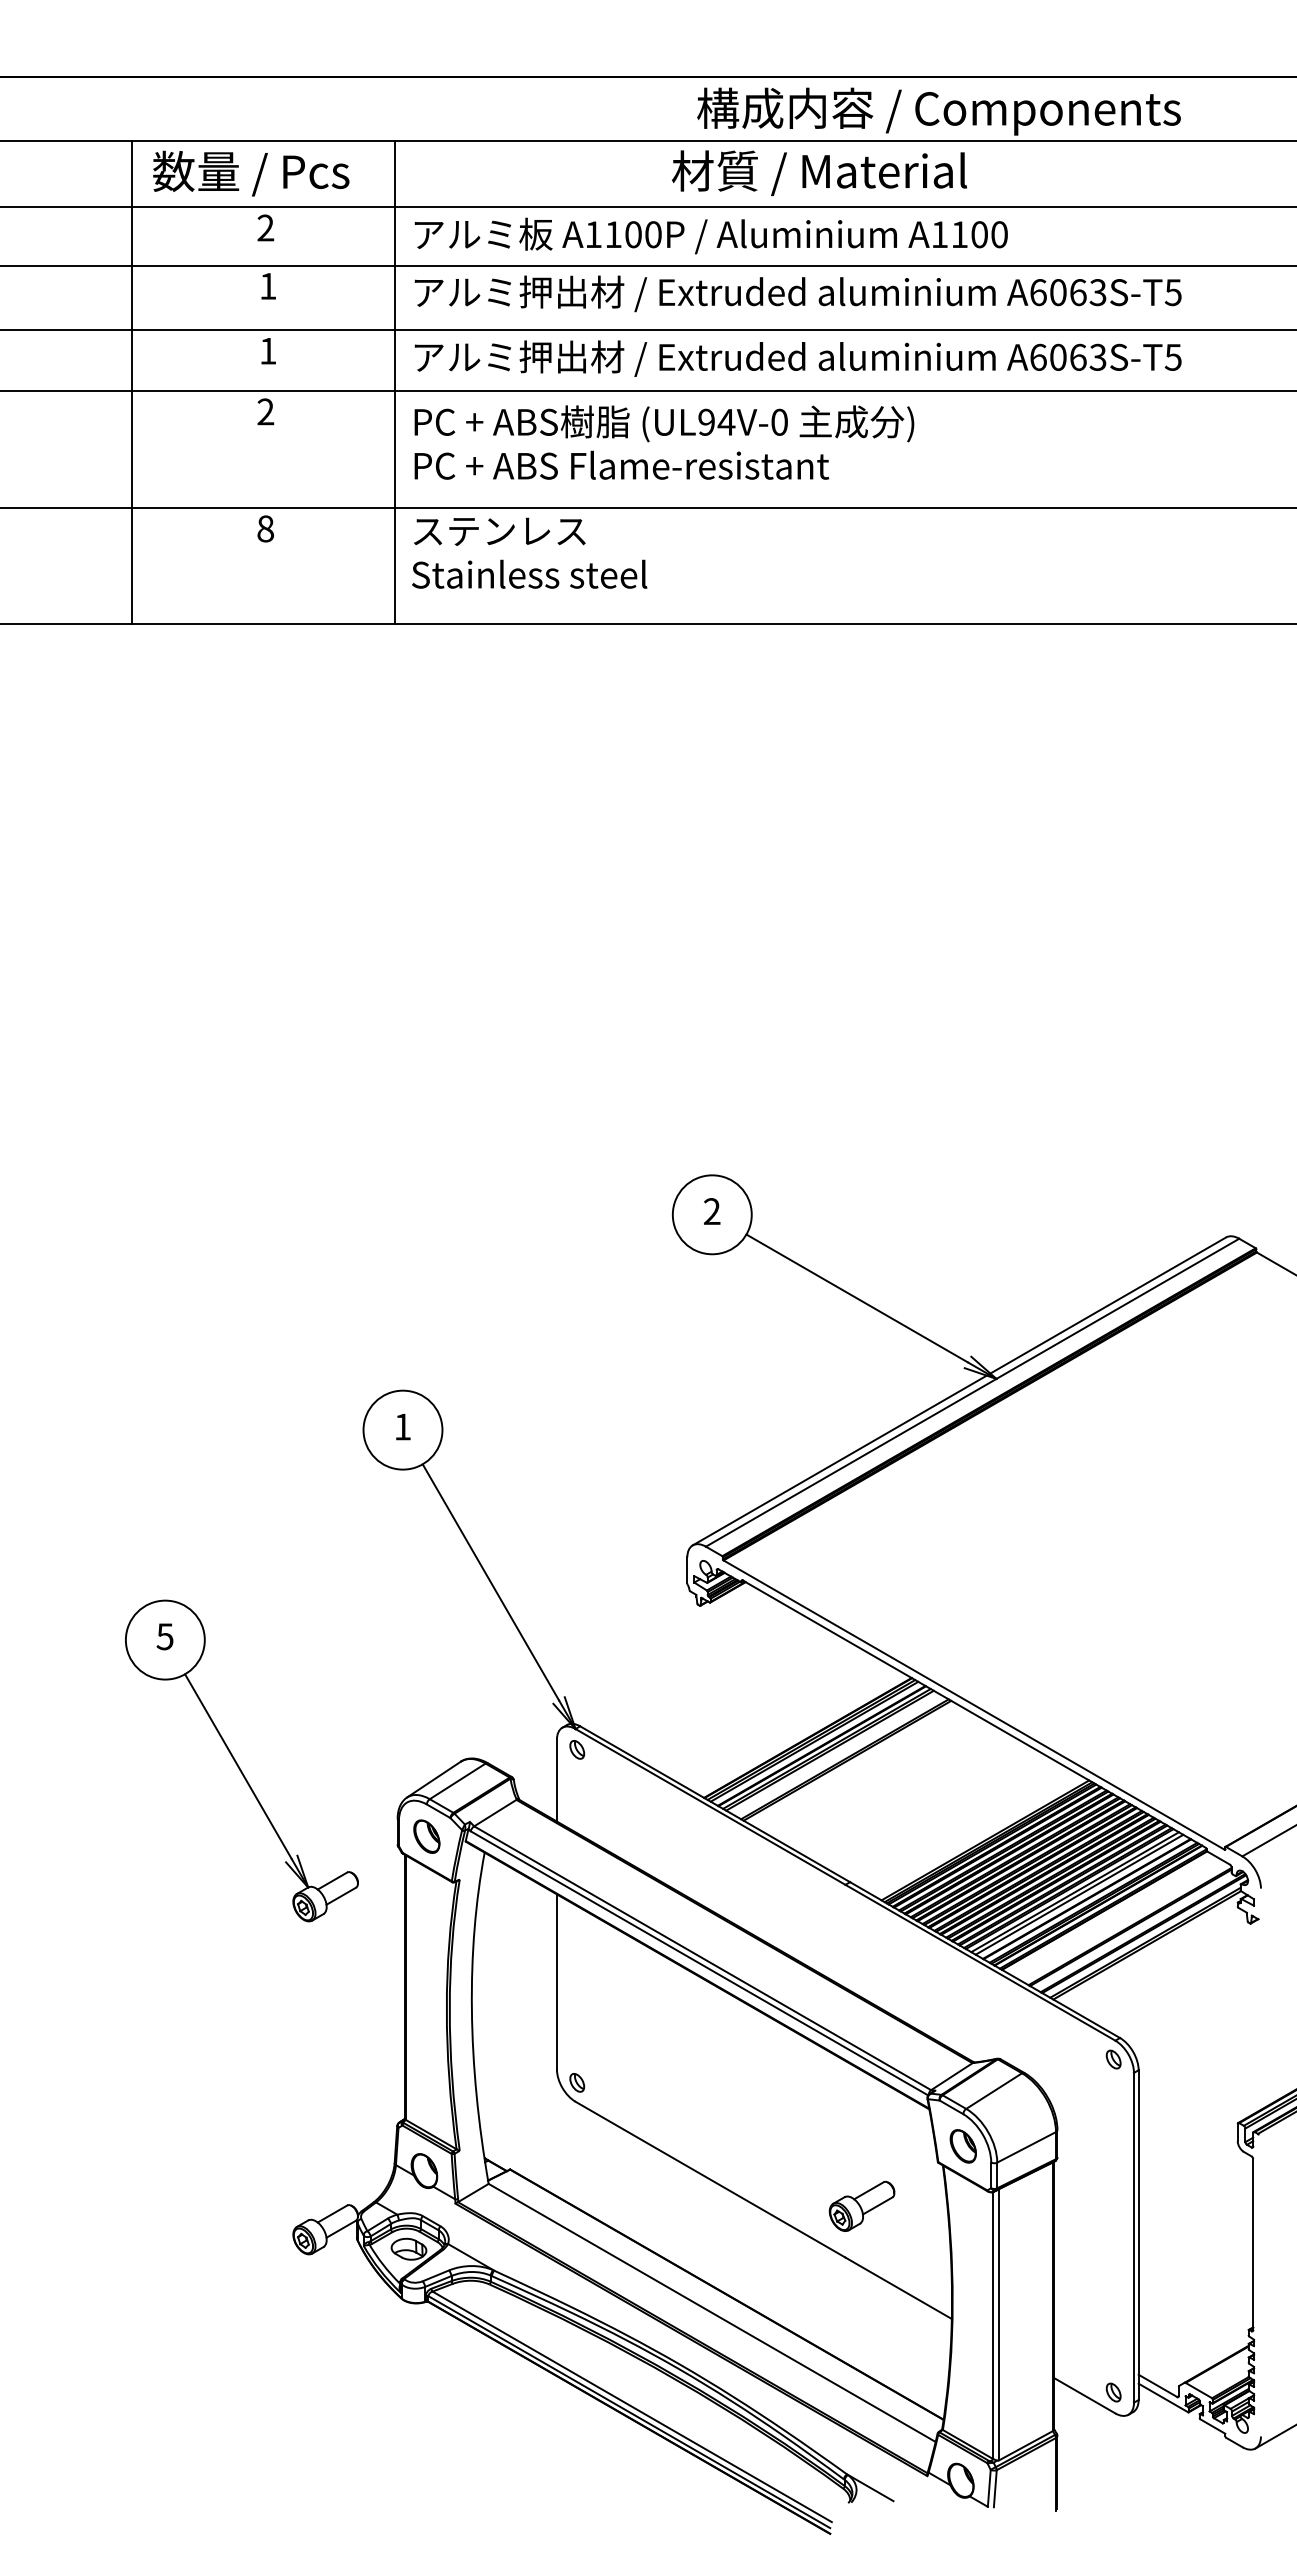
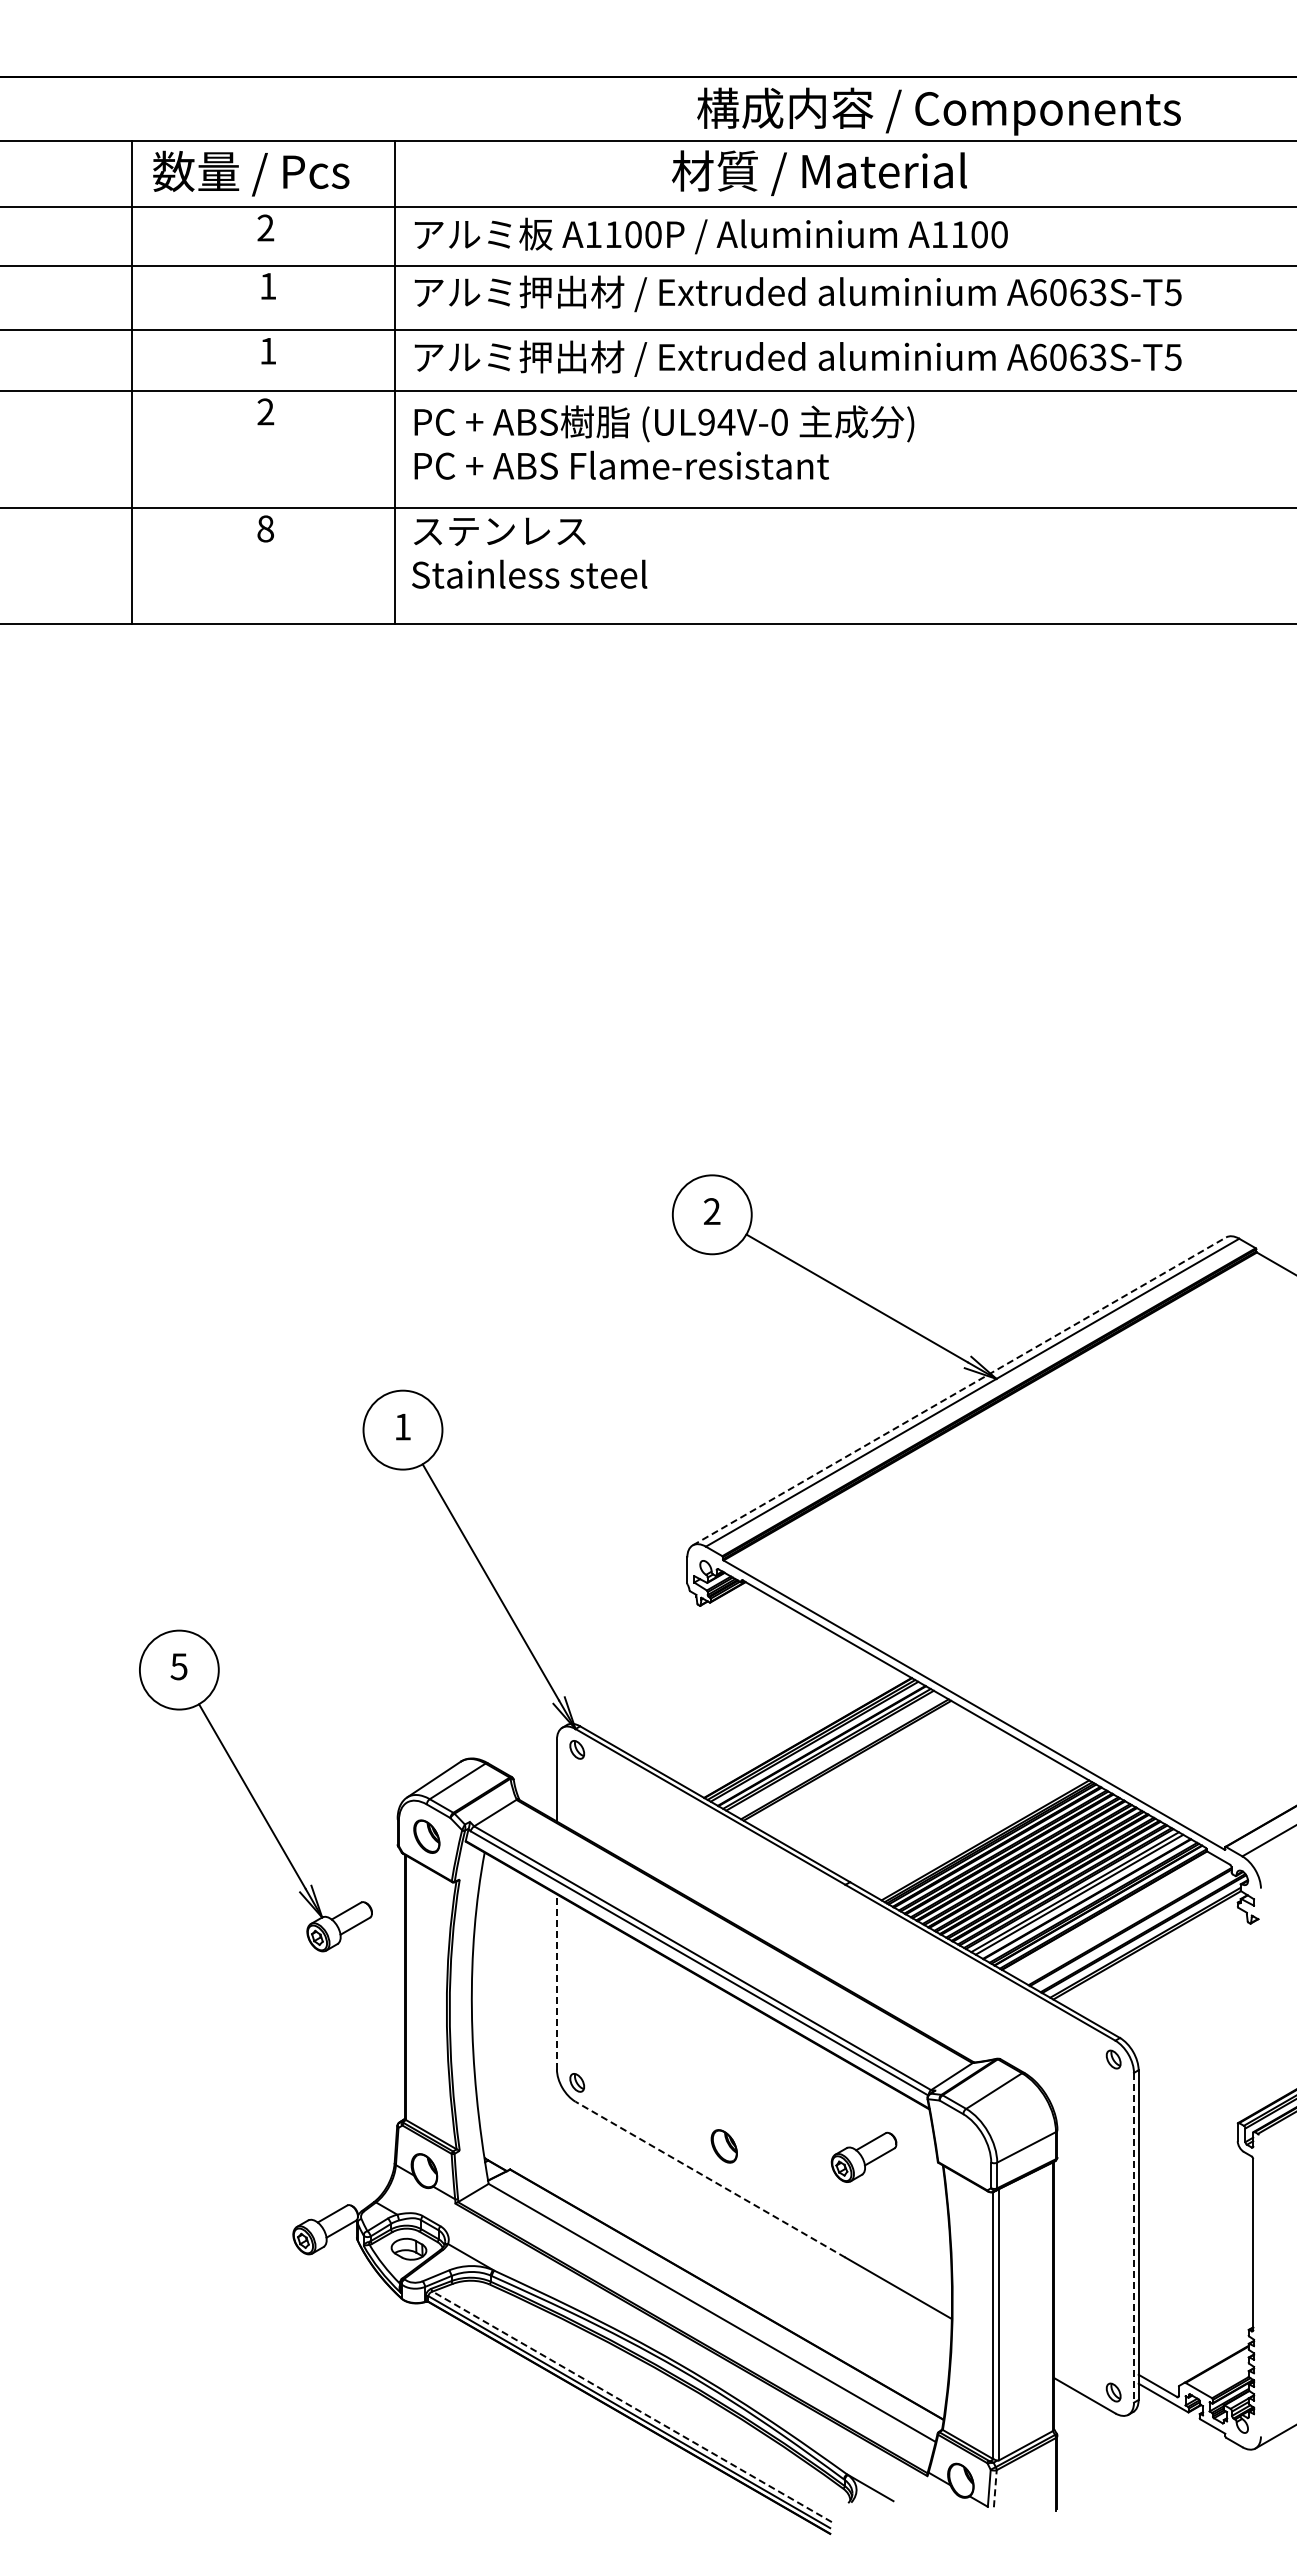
line at (959, 1391): solid -> dashed
part at (241, 1760) position: (241, 1760) -> (255, 1790)
line at (556, 1981): solid -> dashed
part at (962, 2146) position: (962, 2146) -> (723, 2146)
line at (710, 2179): solid -> dashed
part at (861, 2205) position: (861, 2205) -> (863, 2156)
line at (1134, 2237): solid -> dashed
line at (632, 2406): solid -> dashed
line at (995, 2488): solid -> dashed
